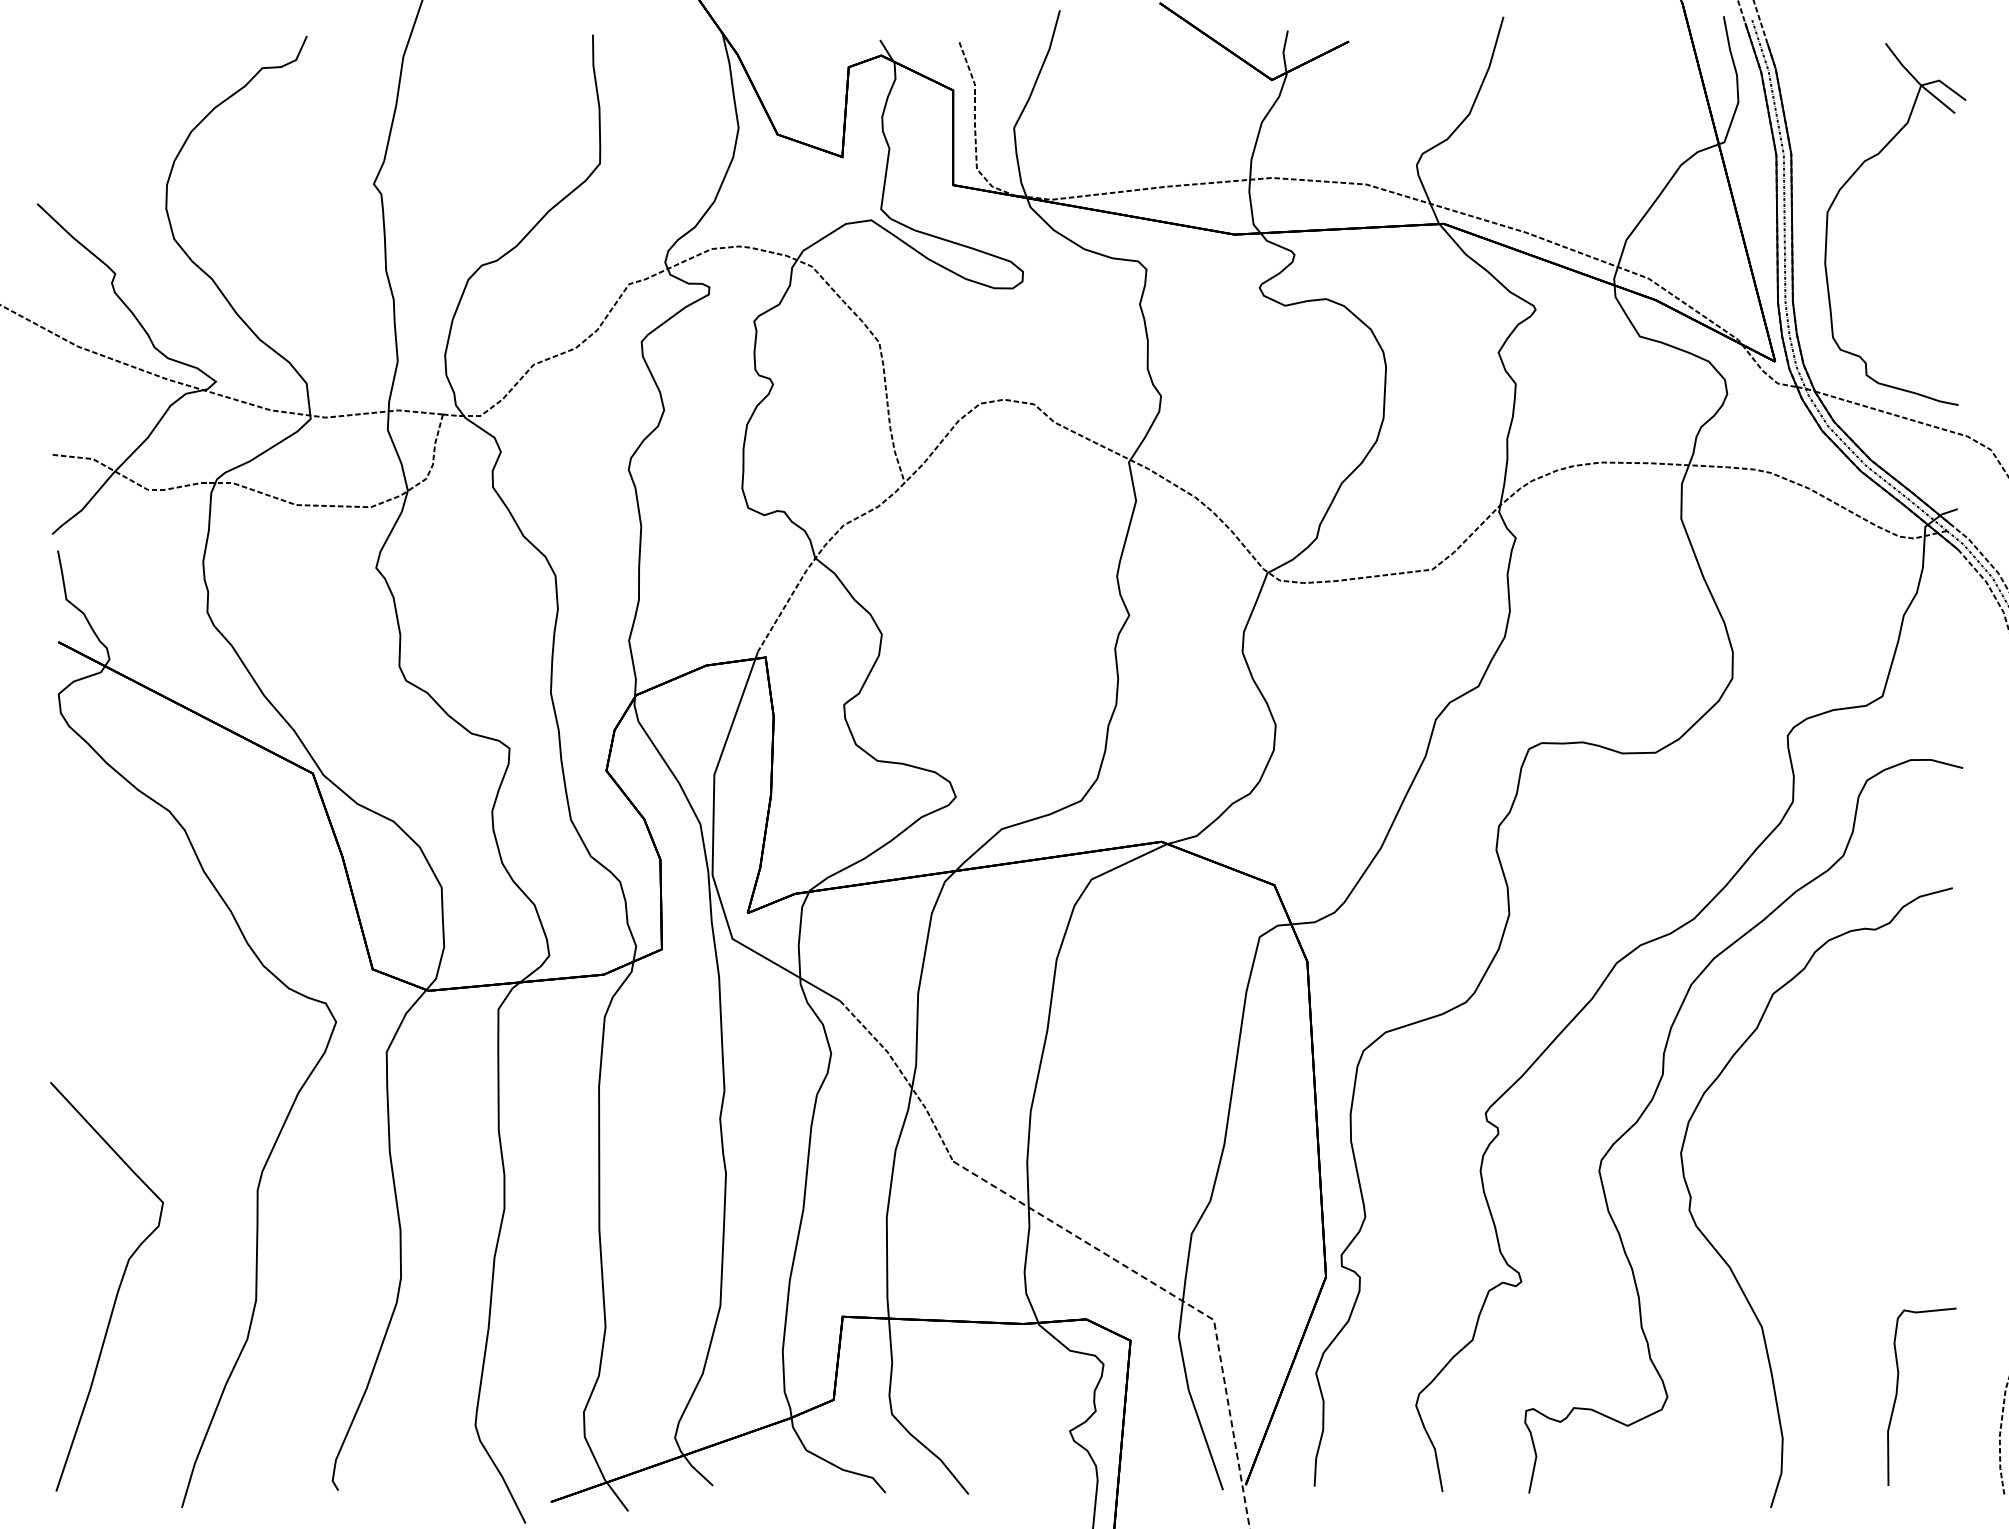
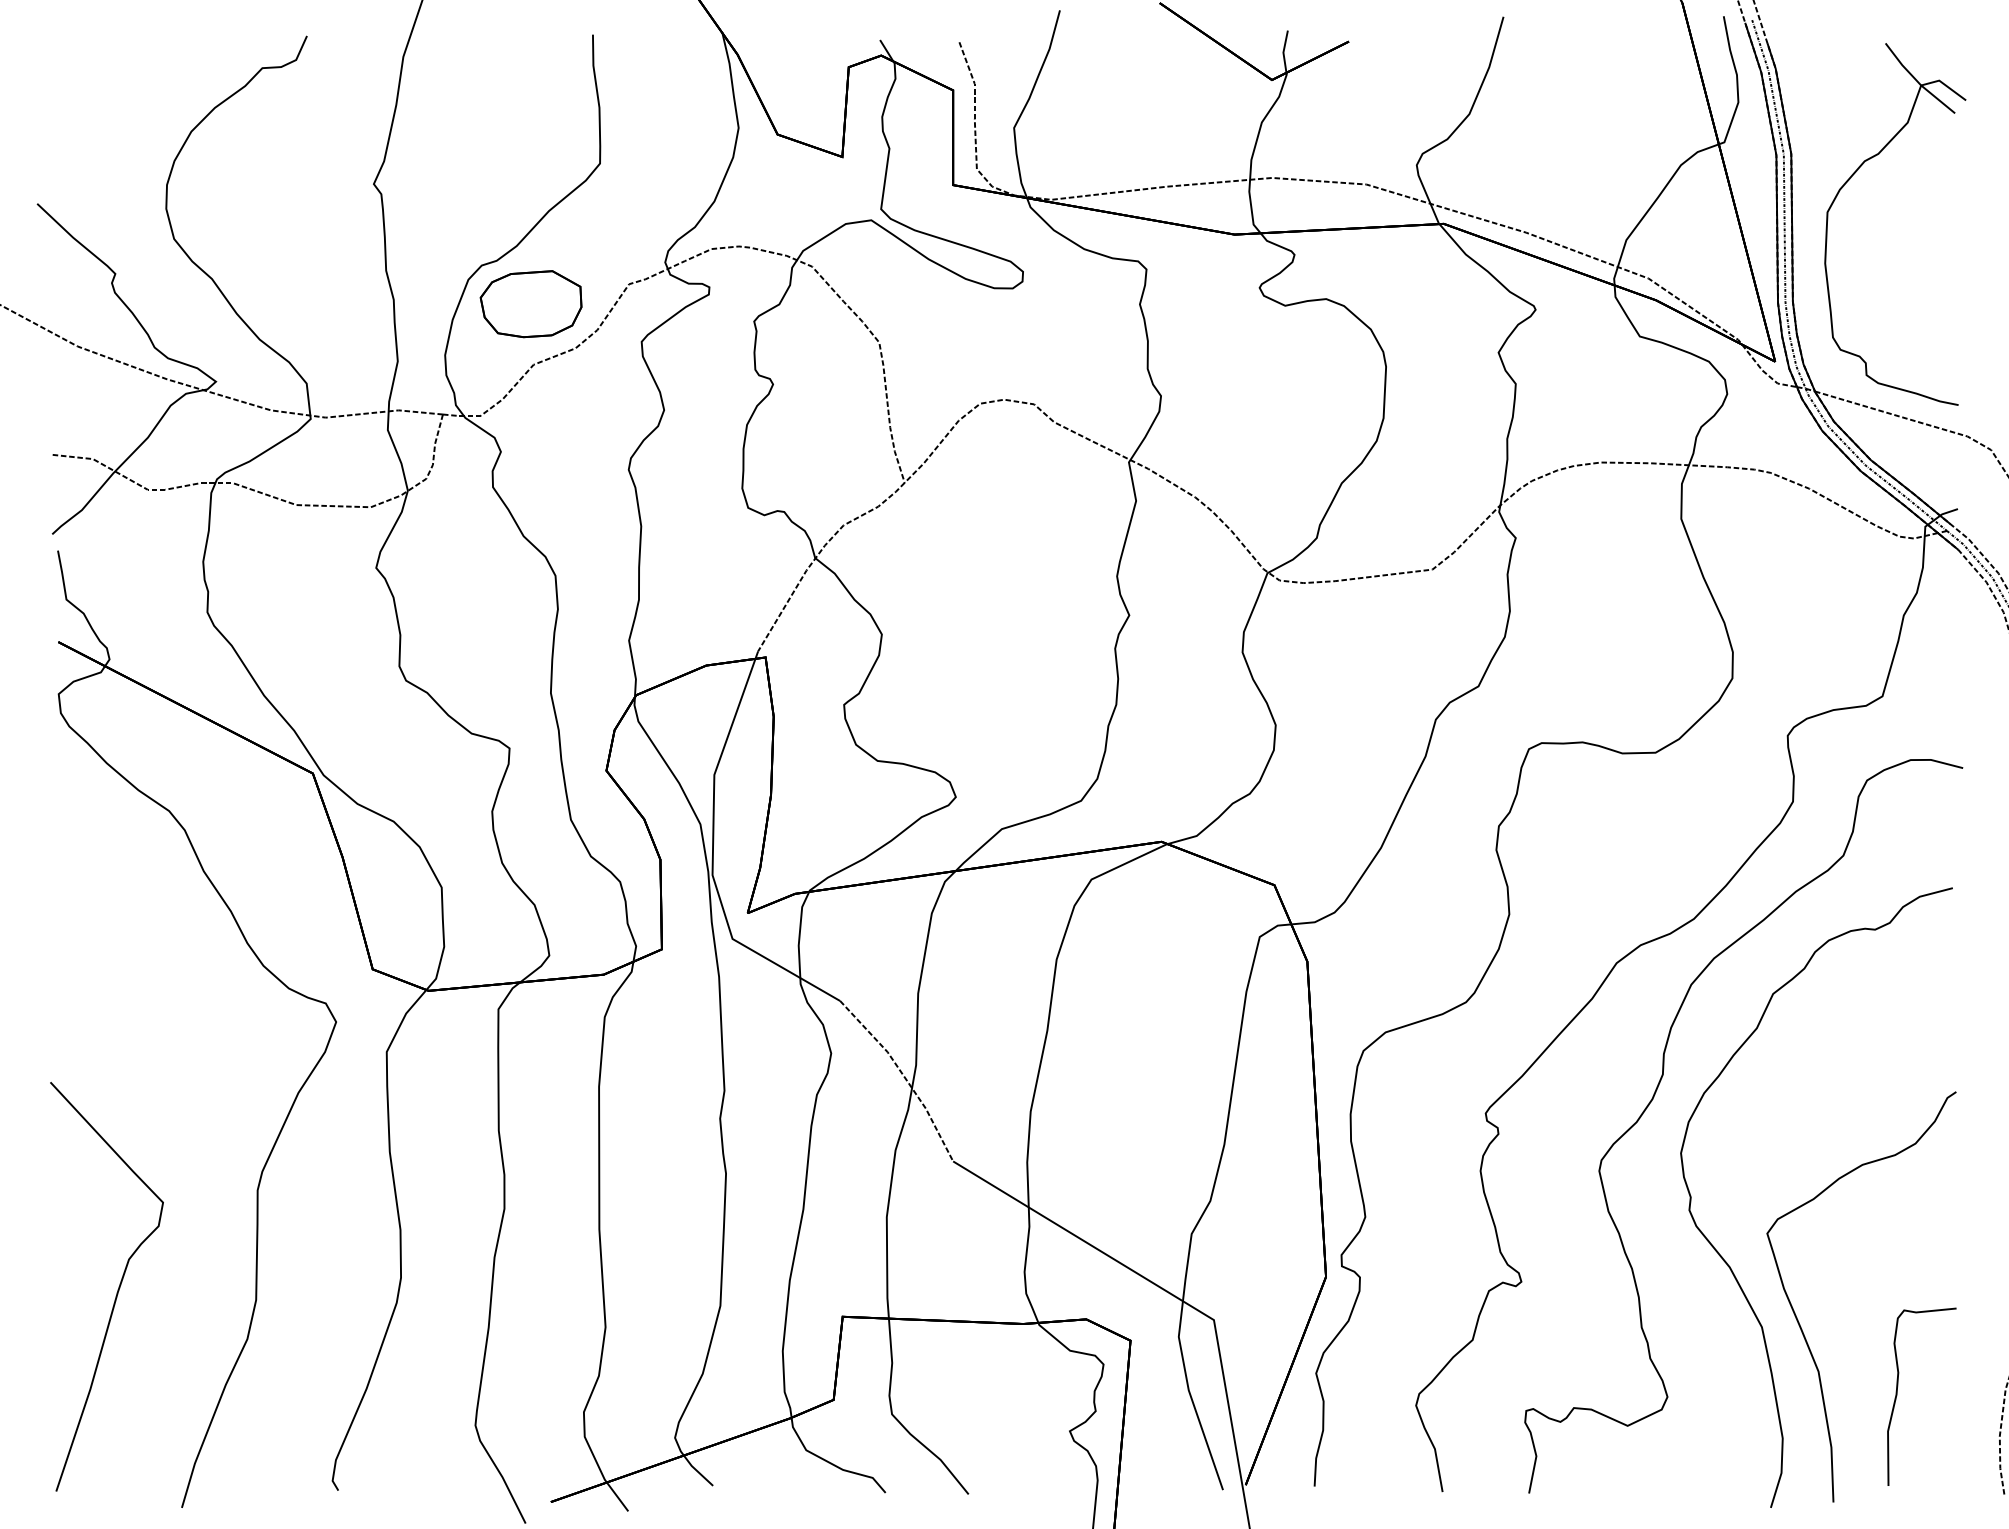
part at (530, 304): none -> present
line at (1174, 1296): dashed -> solid
part at (1798, 1319): none -> present
